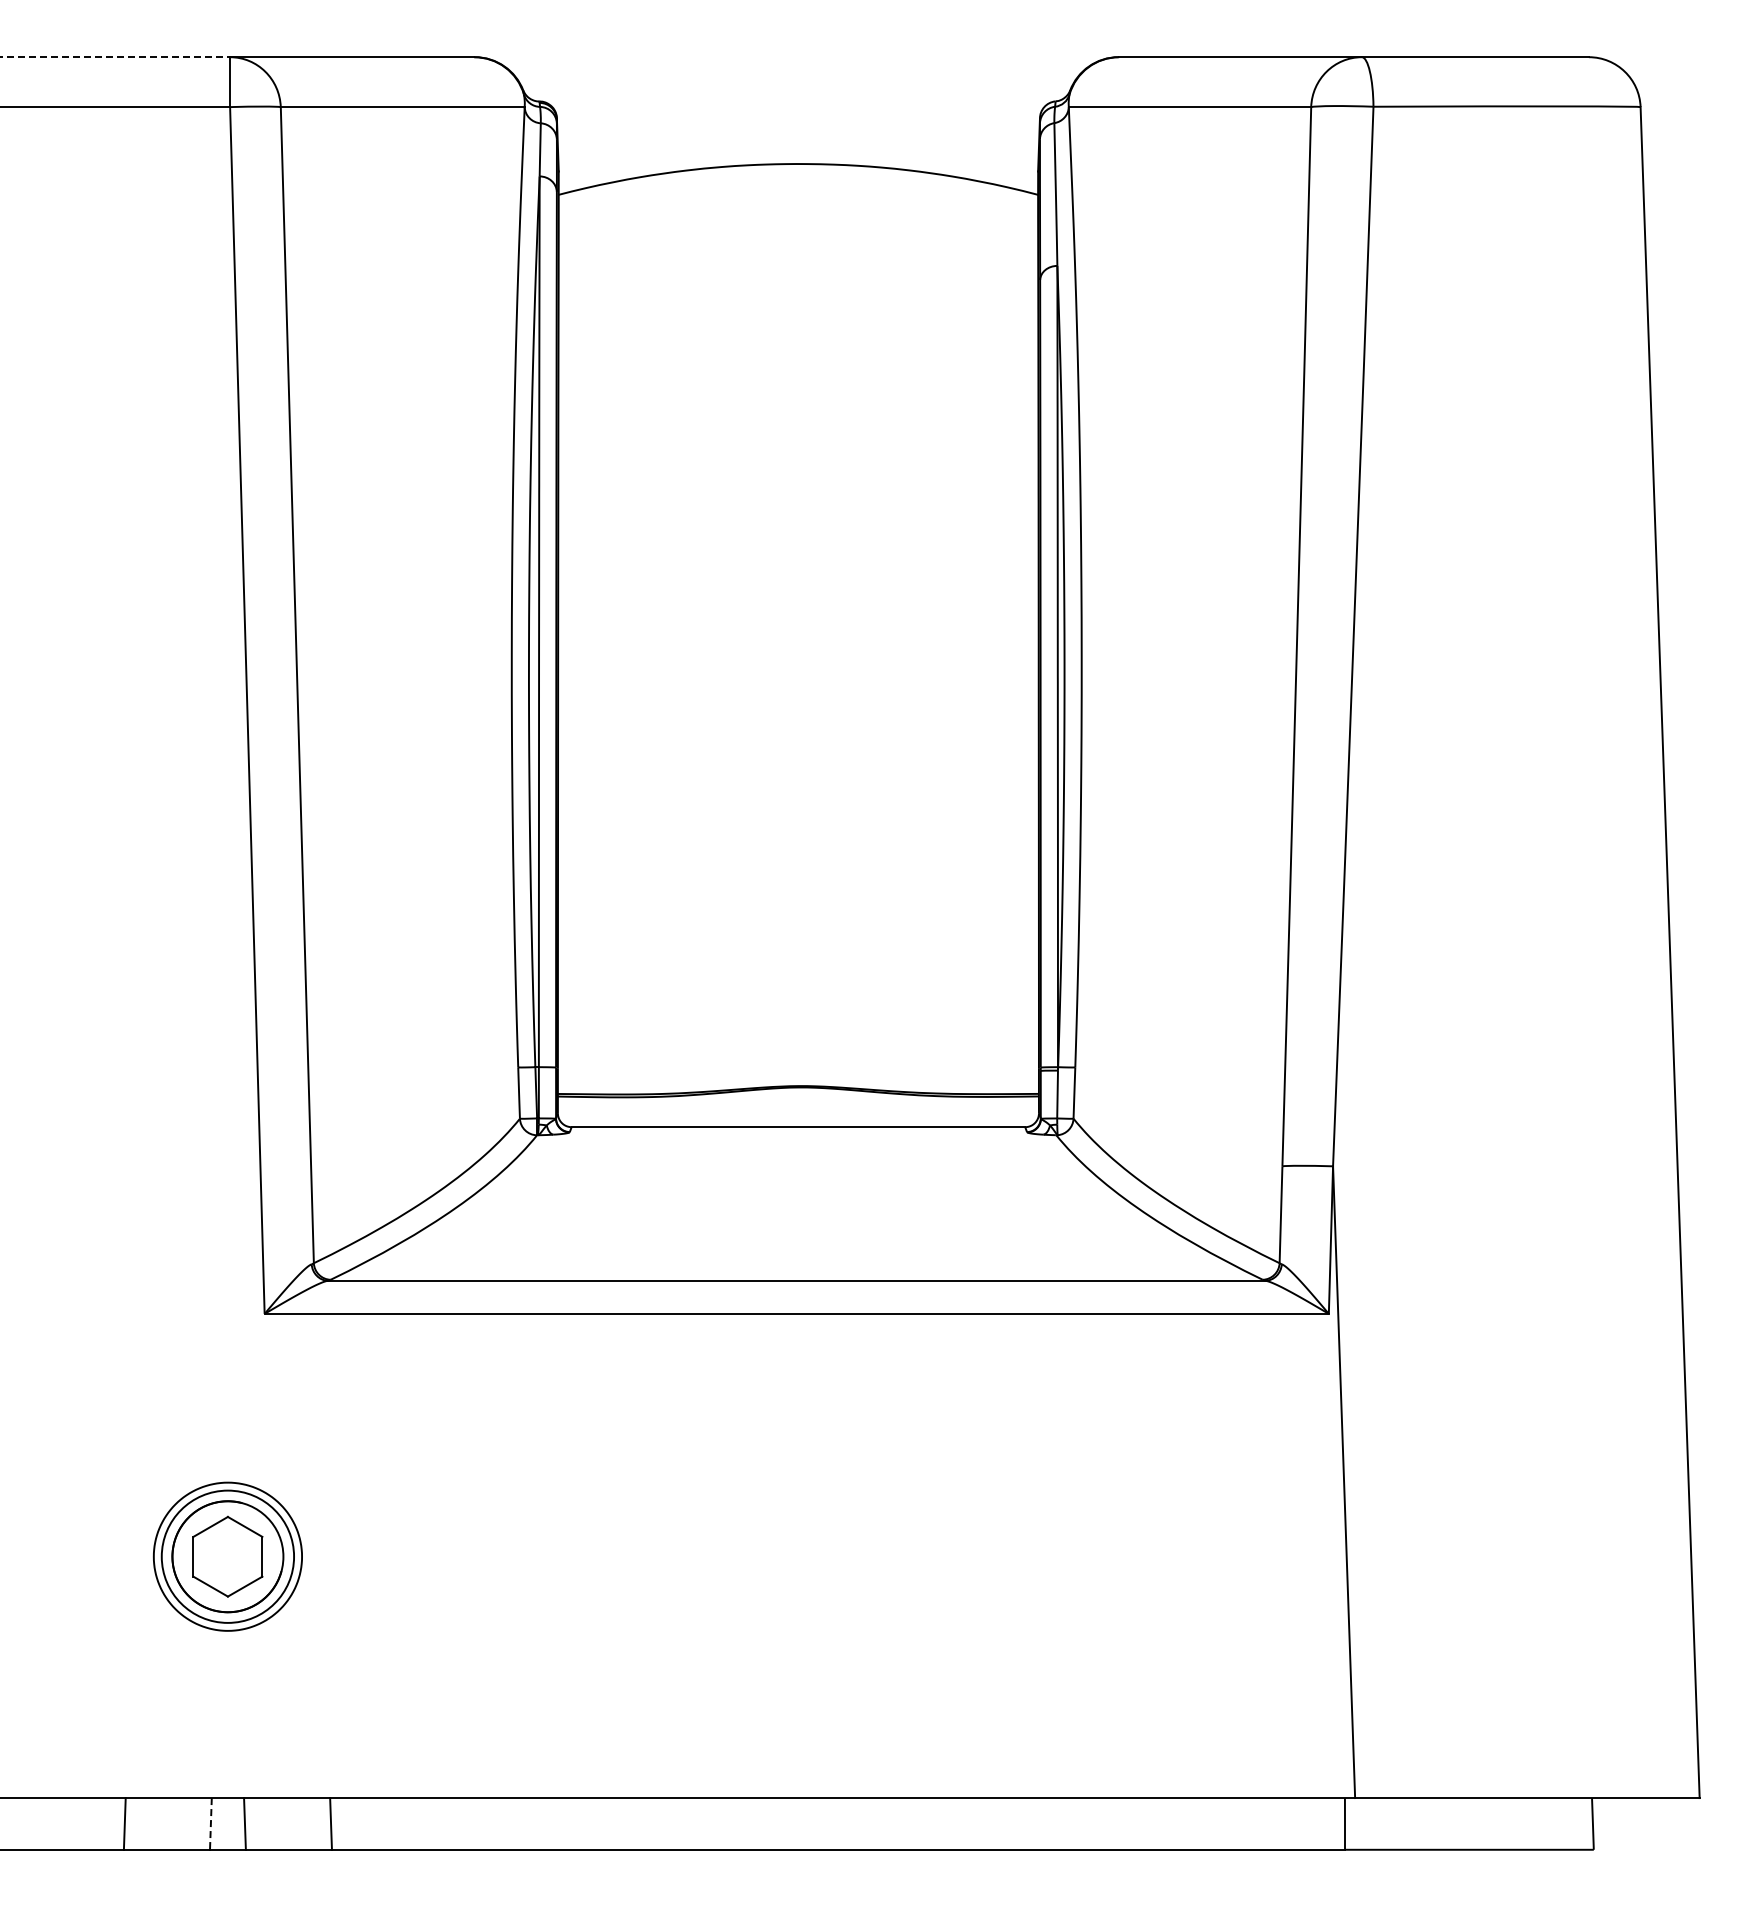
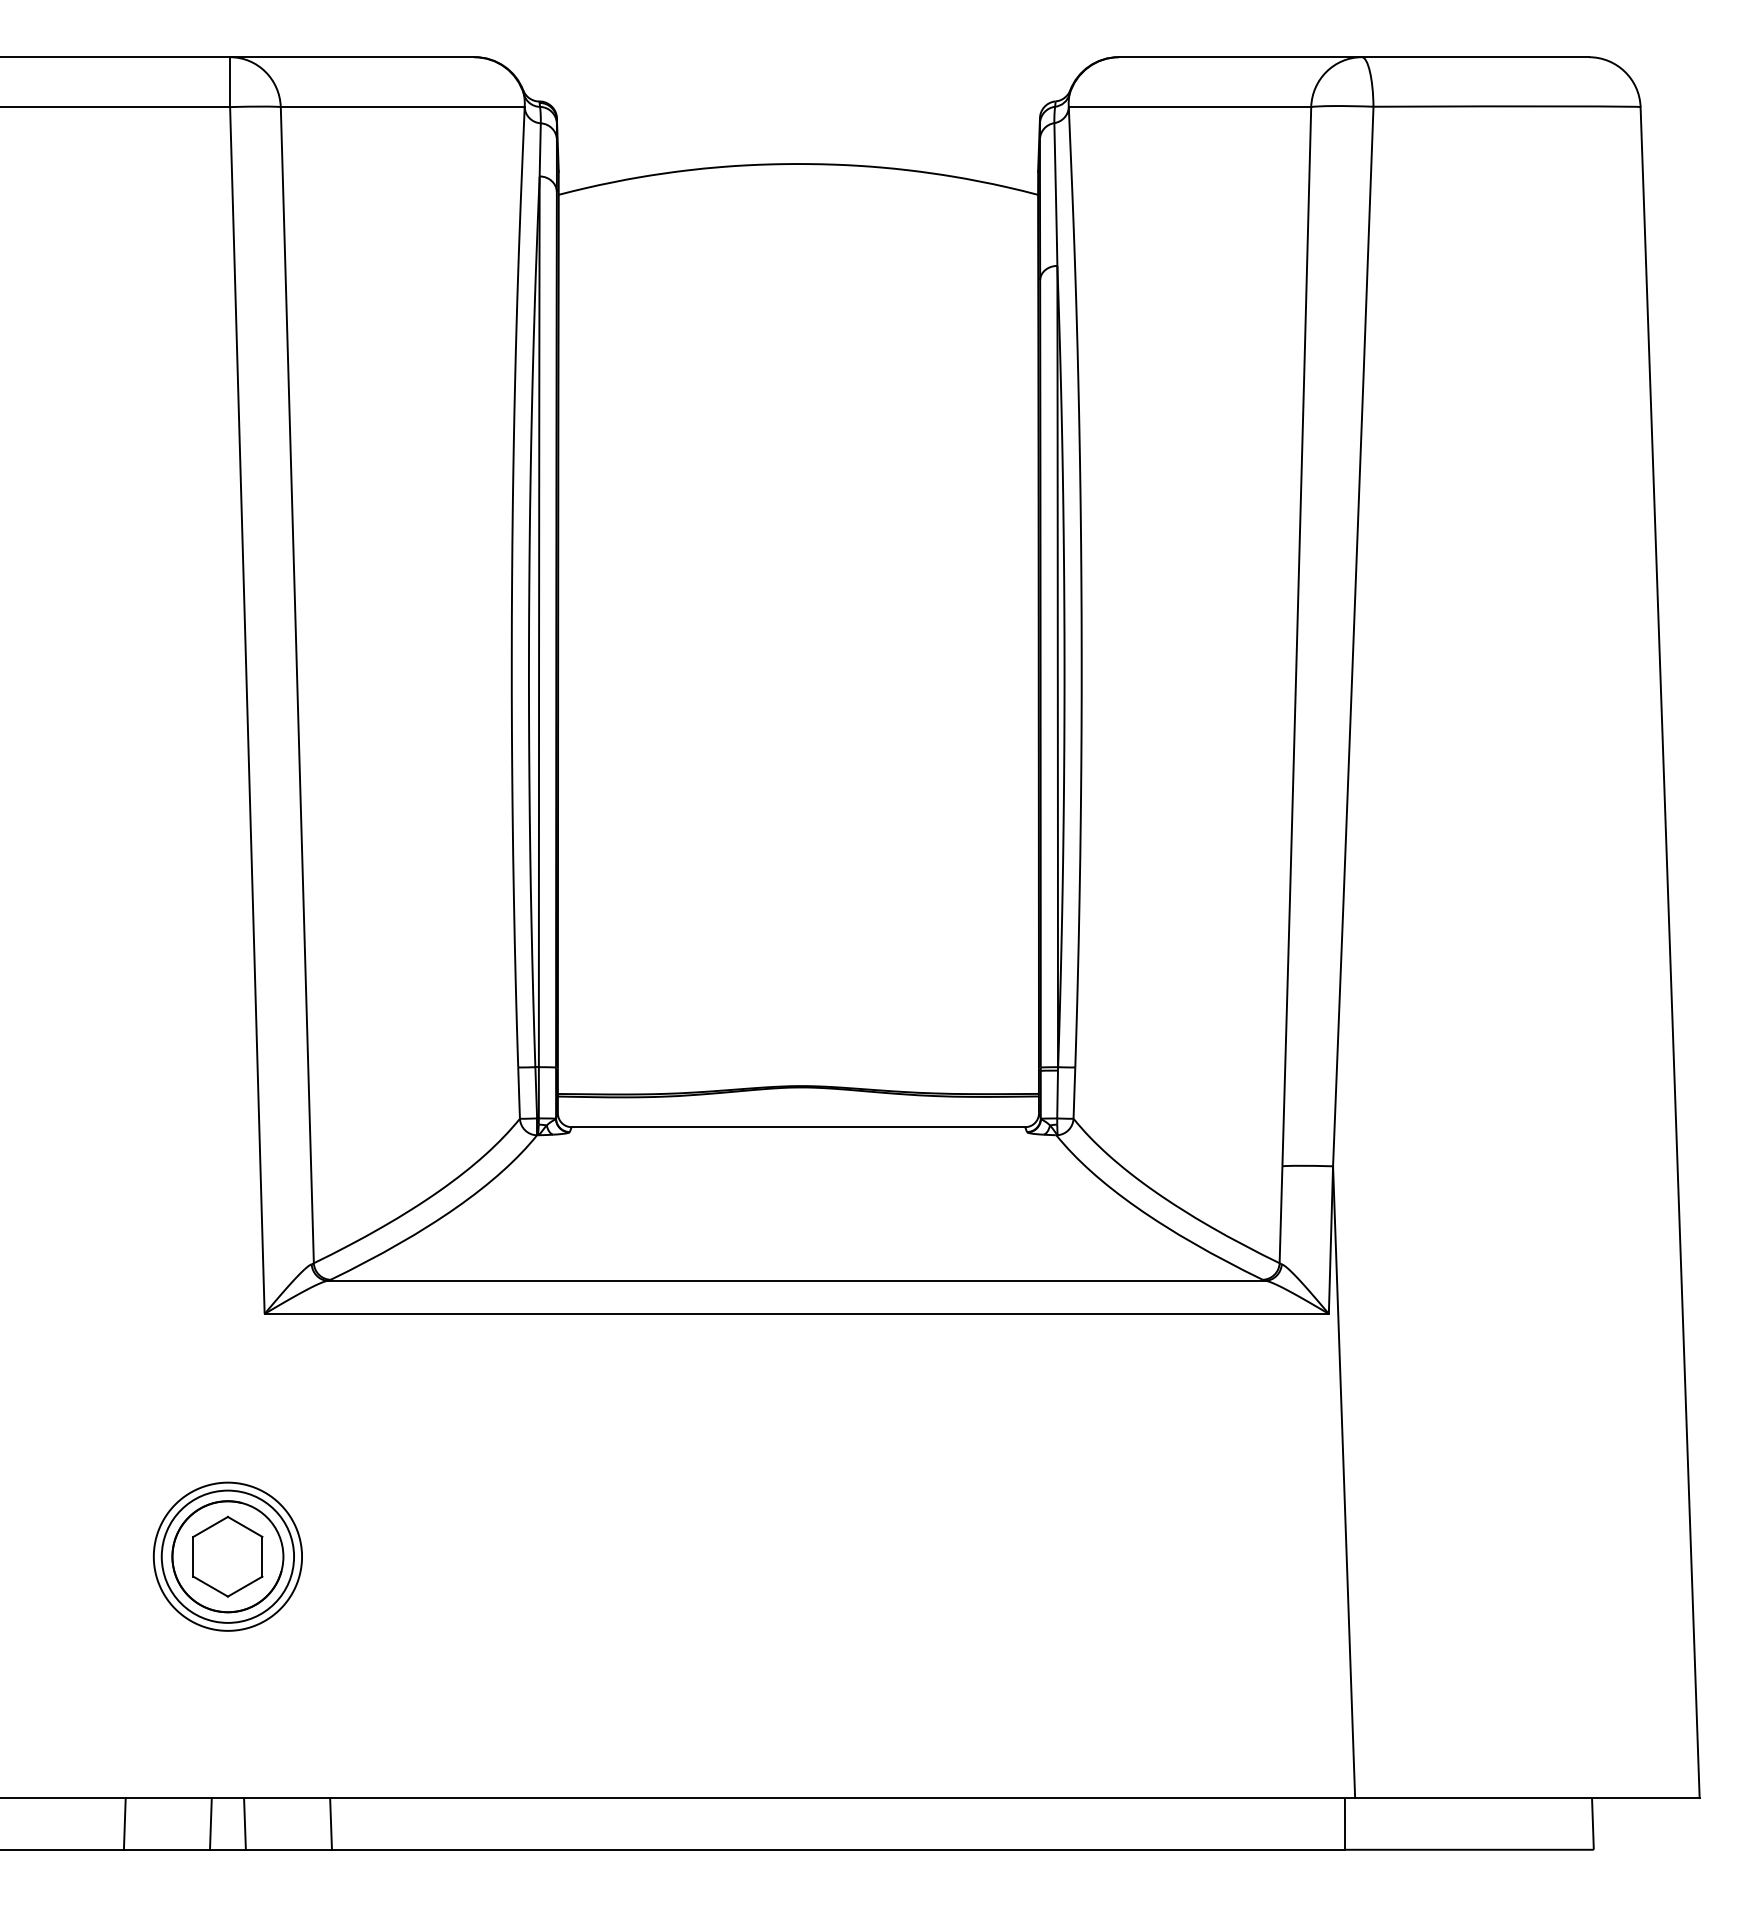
line at (115, 57): dashed -> solid
line at (210, 1823): dashed -> solid
